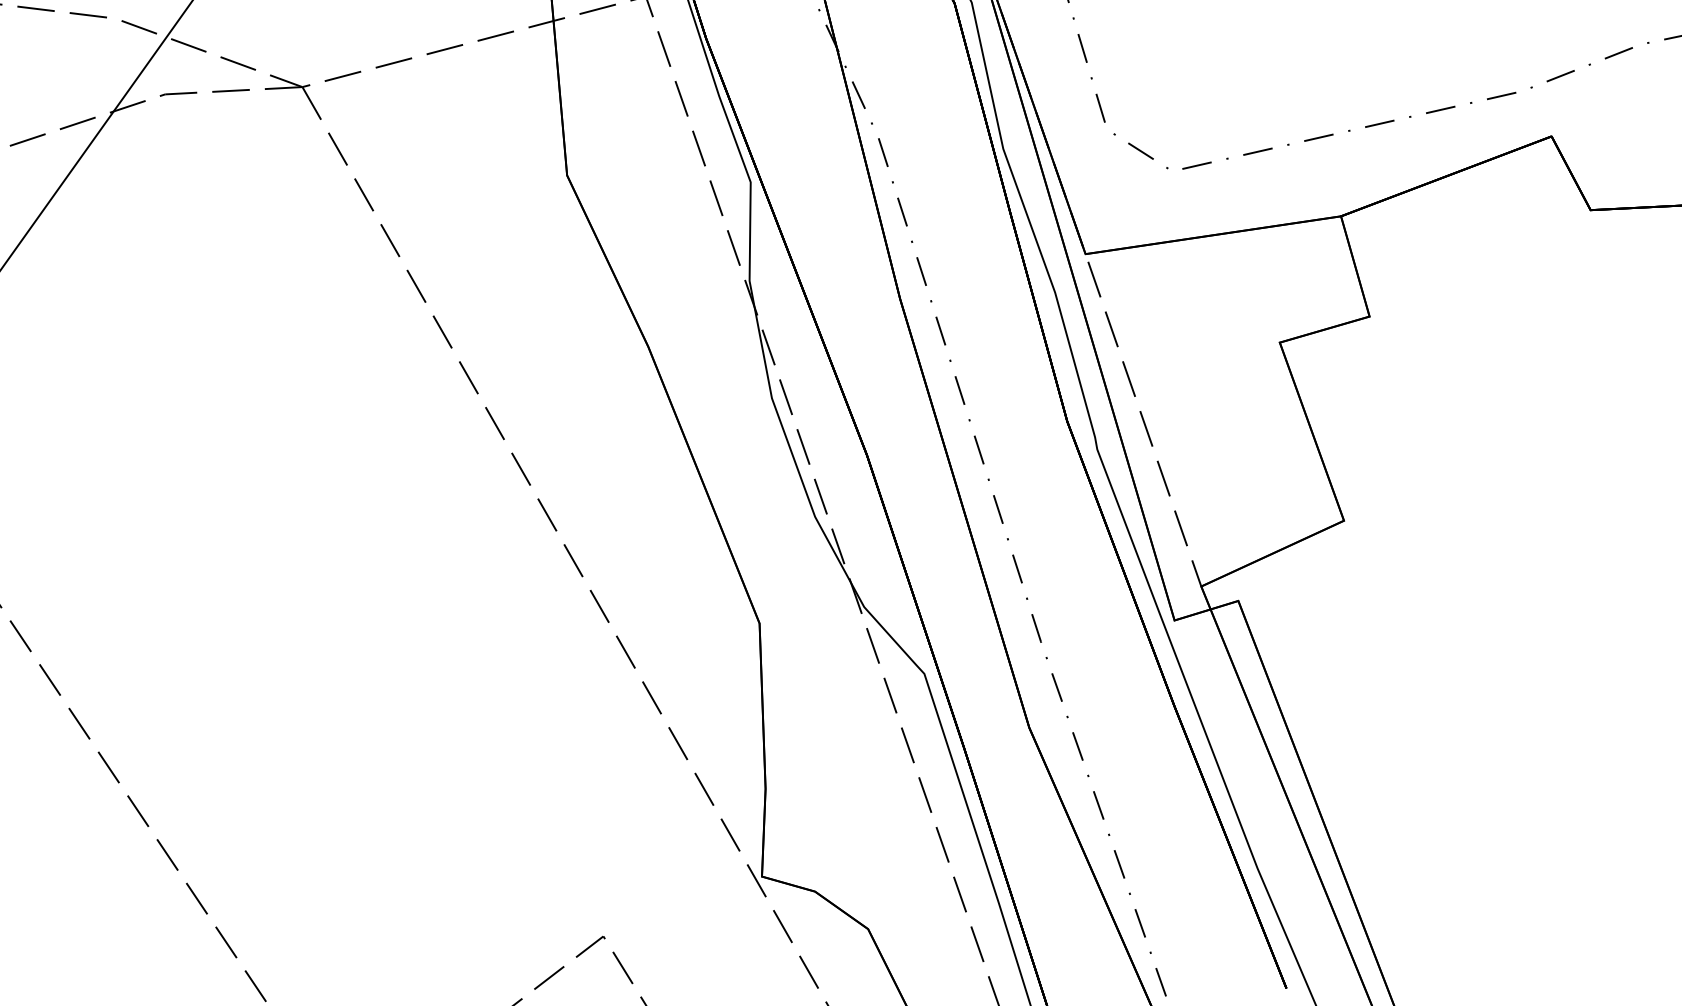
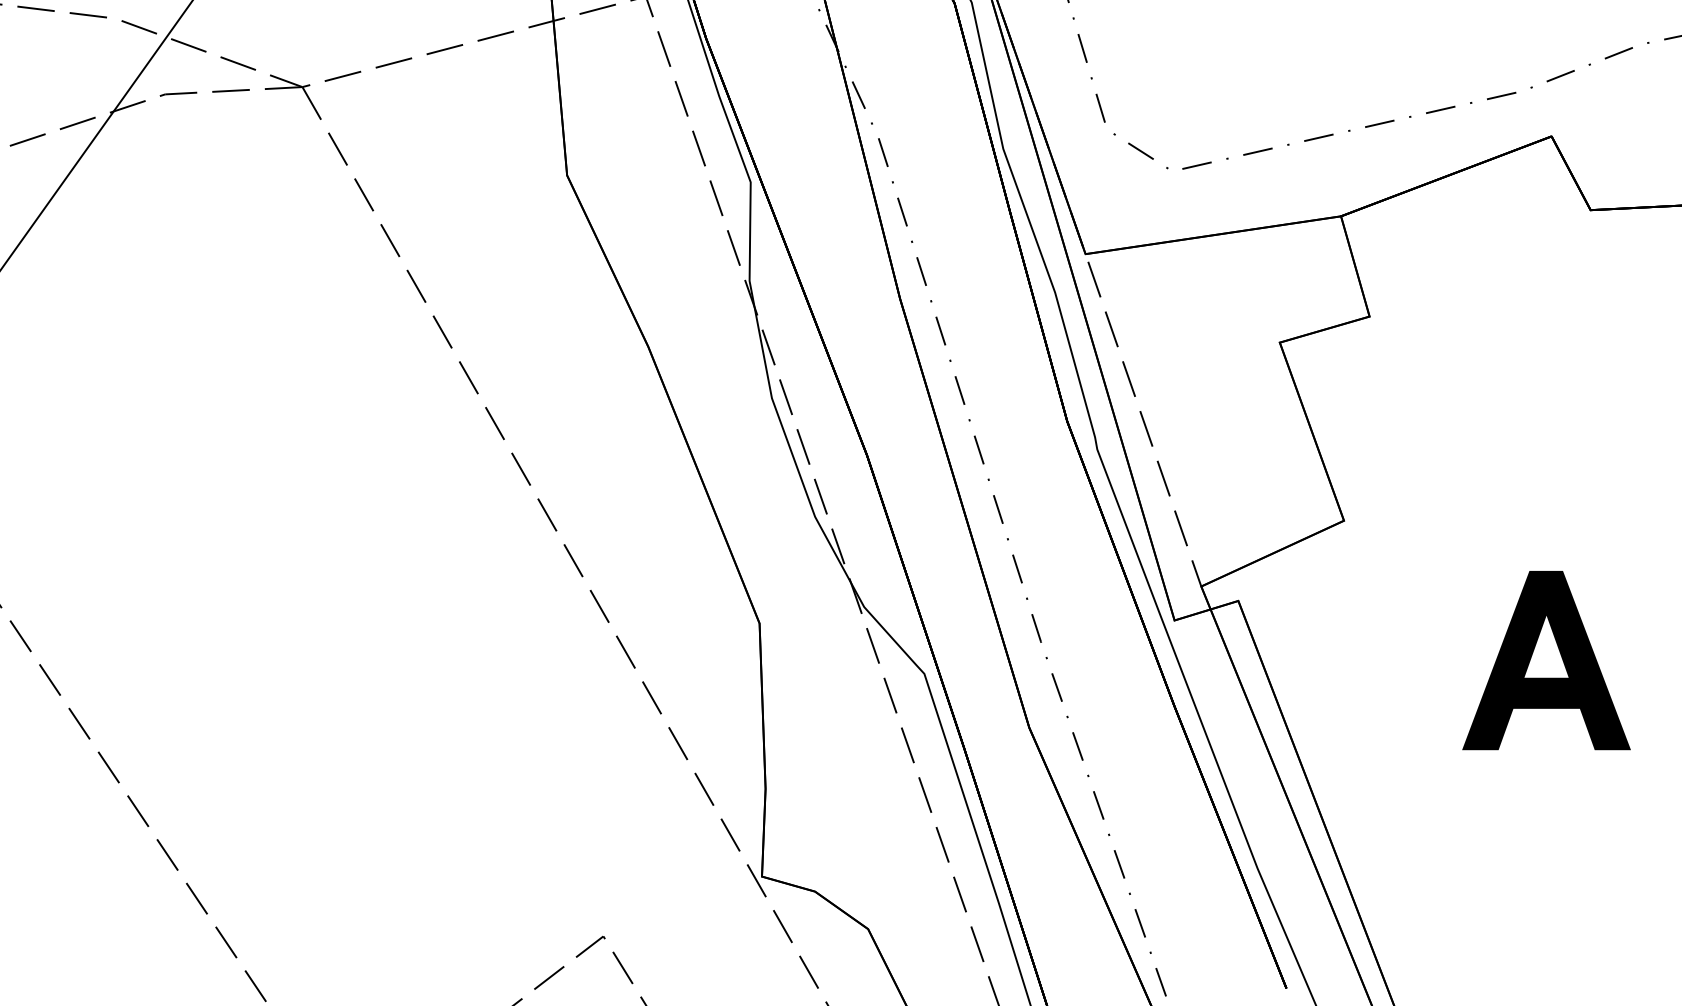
part at (1546, 660): none -> present
